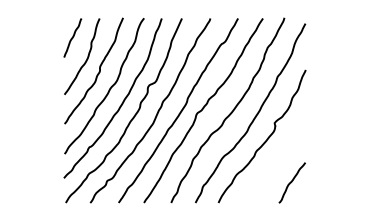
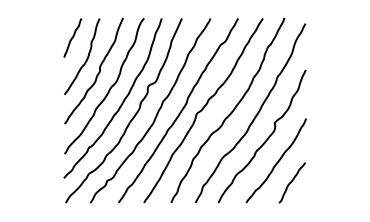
curve at (277, 161): none -> present
